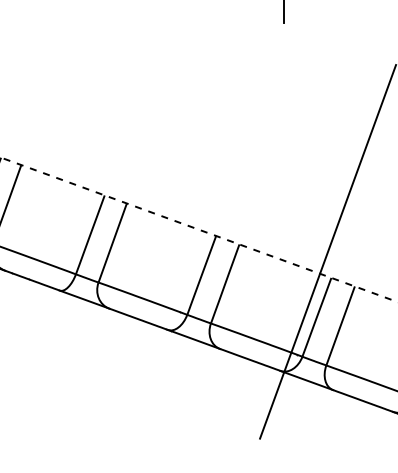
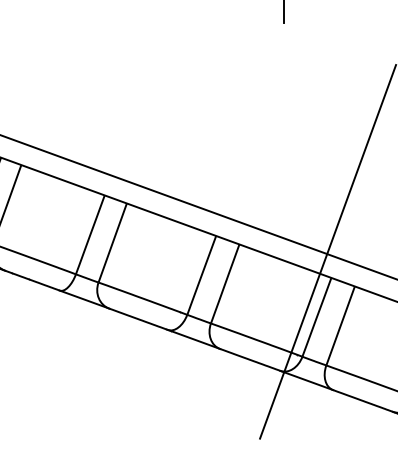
line at (198, 206): none -> present
line at (198, 229): dashed -> solid
